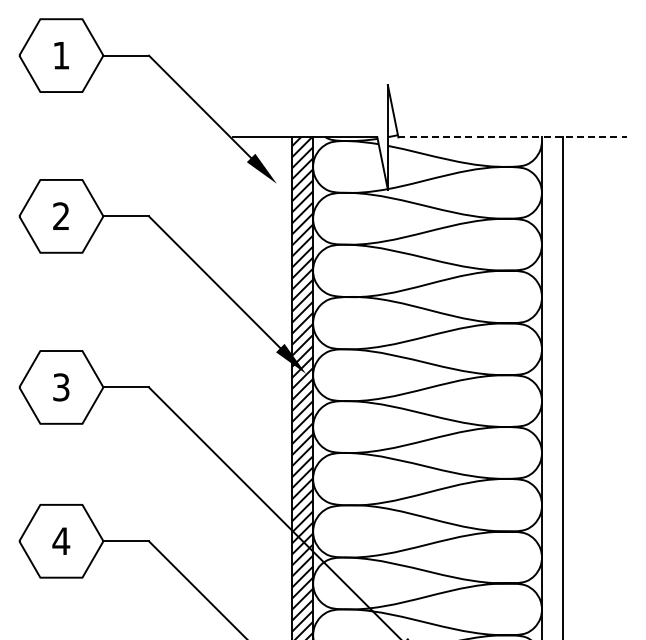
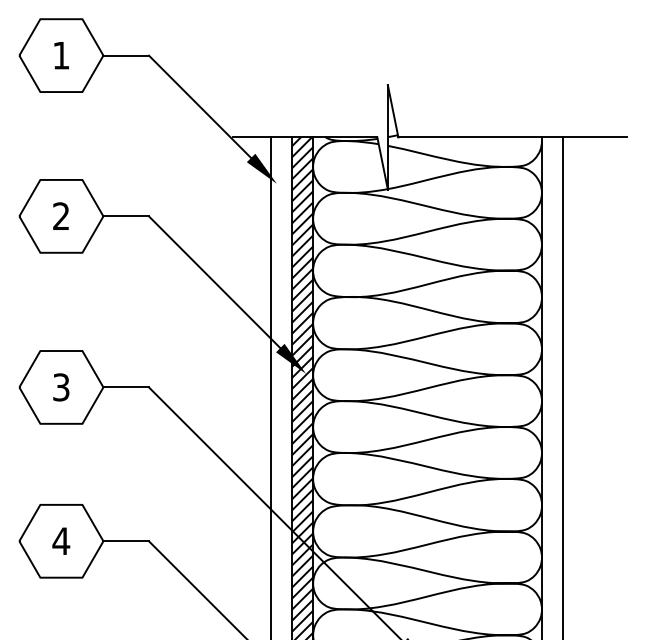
line at (513, 137): dashed -> solid
line at (271, 386): none -> present
